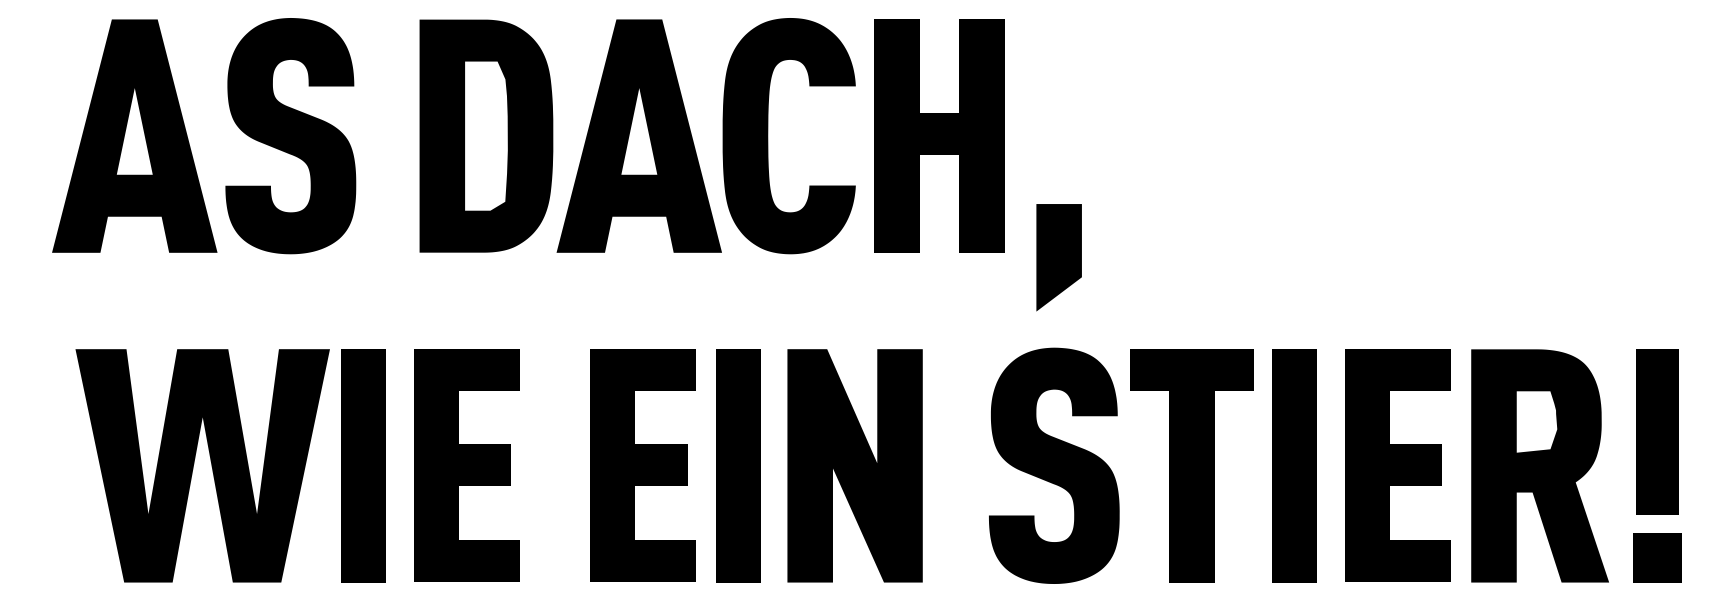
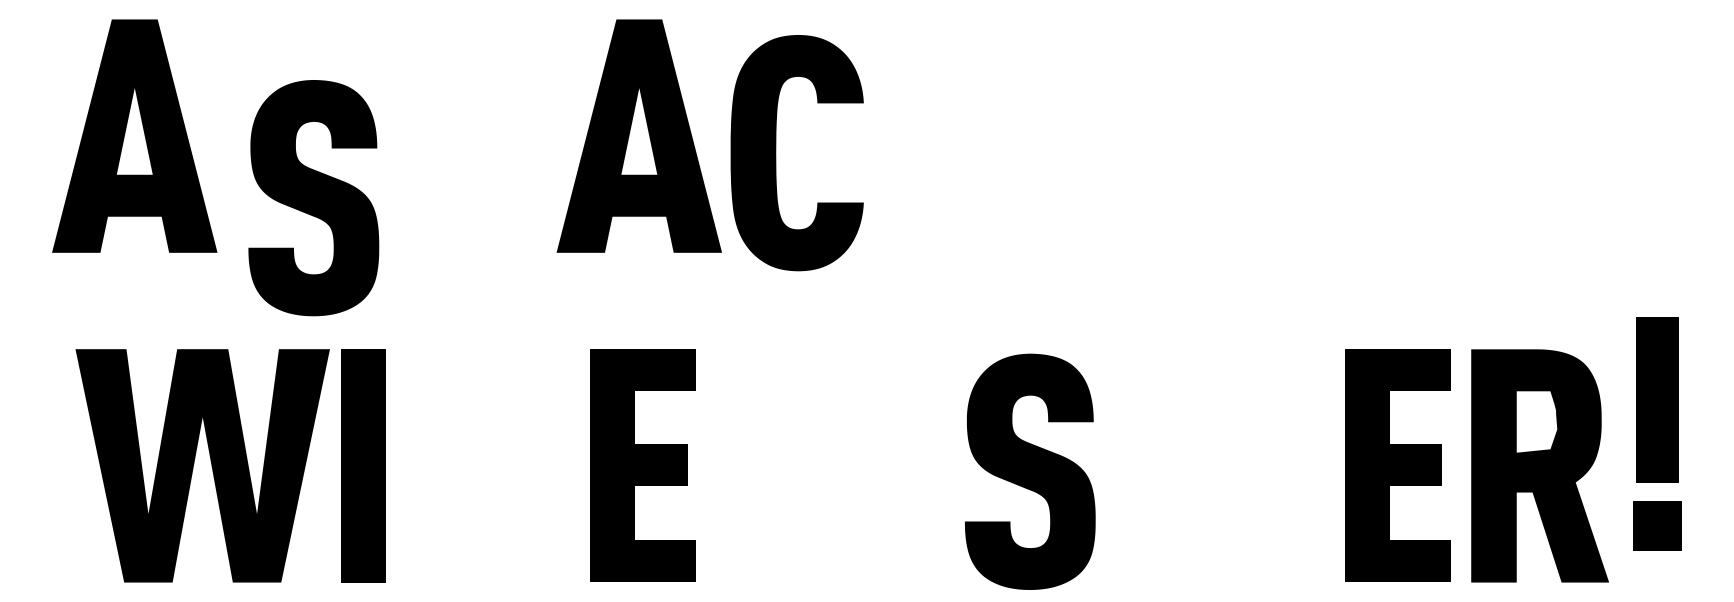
part at (486, 135): present -> none
part at (939, 135): present -> none
part at (290, 136) position: (290, 136) -> (313, 198)
part at (768, 136) position: (768, 136) -> (776, 153)
fill at (1058, 257): present -> none
fill at (466, 465): present -> none
part at (738, 465): present -> none
fill at (854, 465): present -> none
part at (1054, 465) position: (1054, 465) -> (1030, 471)
fill at (1191, 465): present -> none
fill at (1294, 465): present -> none
part at (1657, 465) position: (1657, 465) -> (1657, 433)
